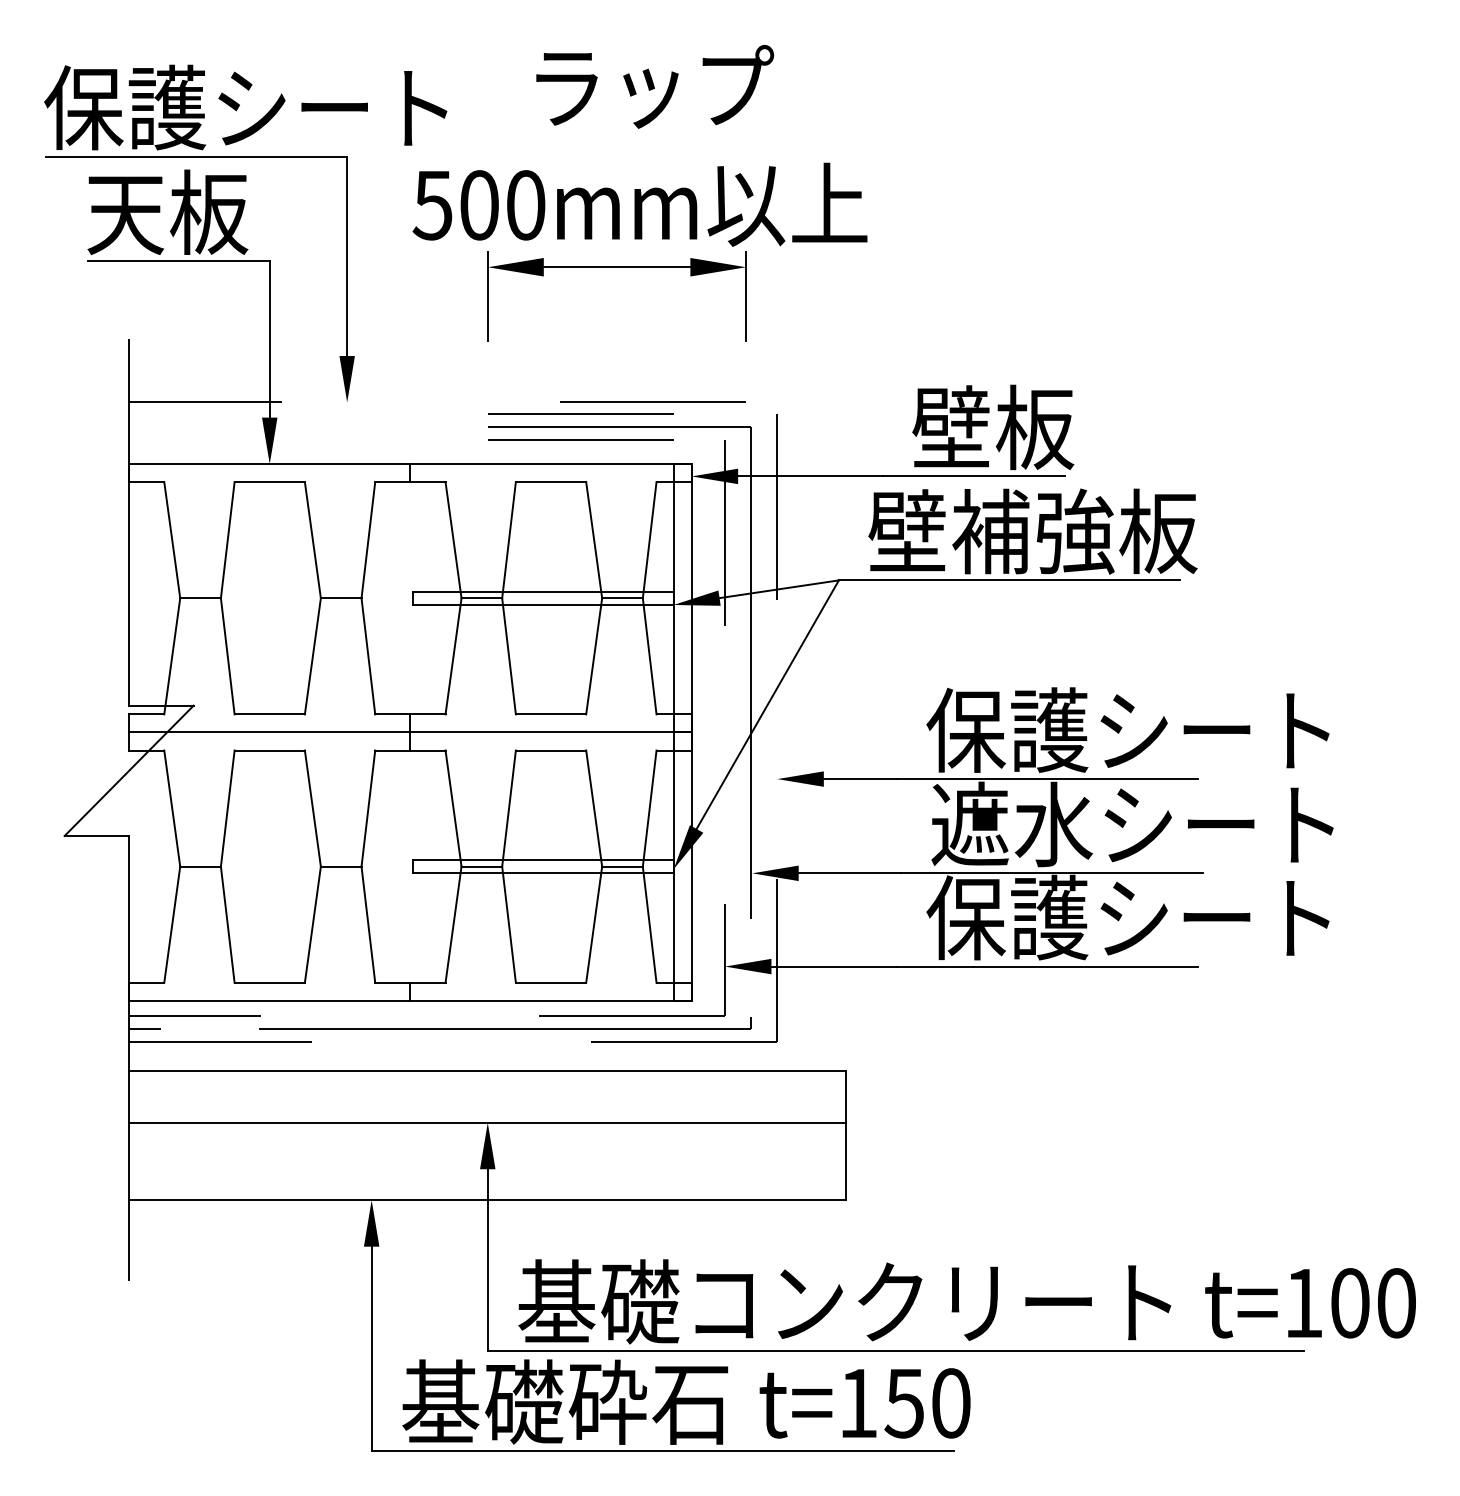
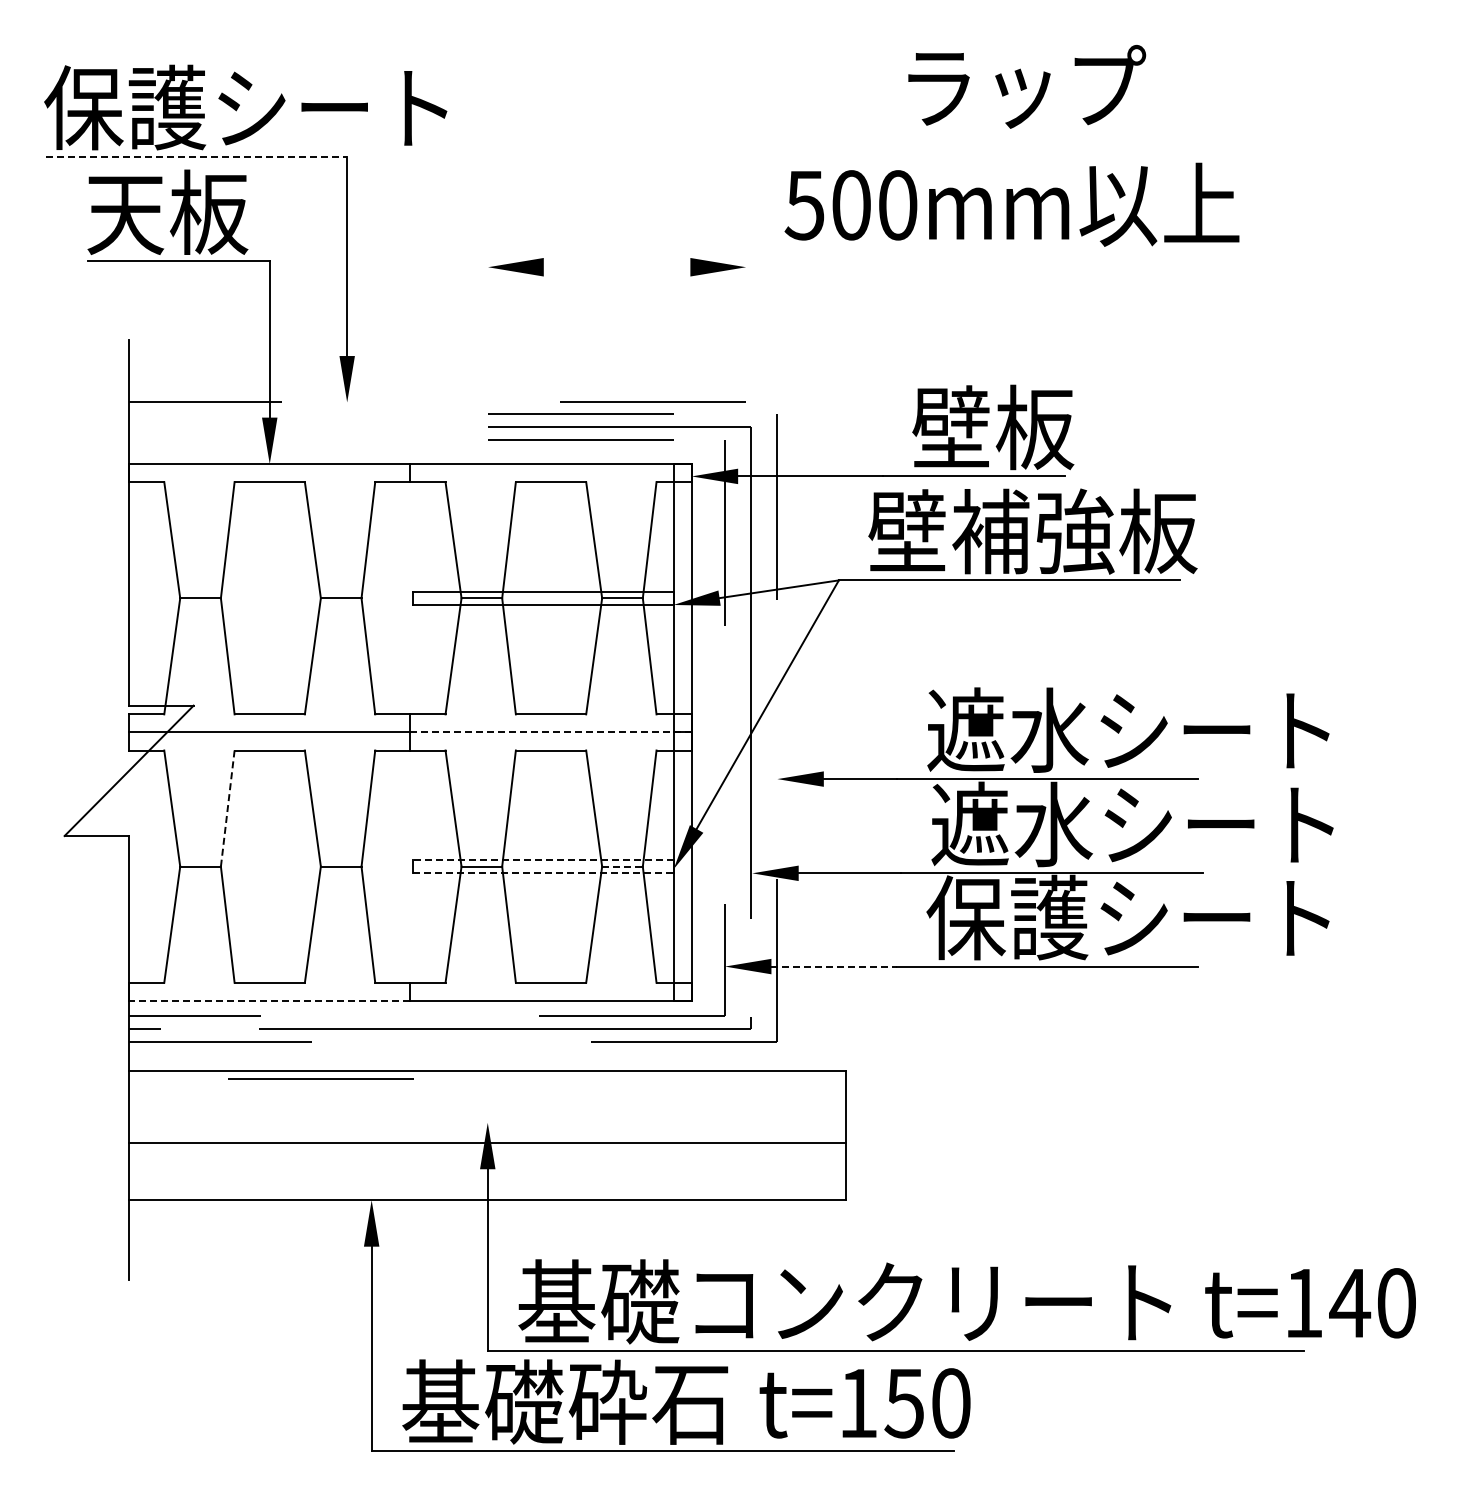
text at (639, 145) position: (639, 145) -> (1011, 145)
line at (196, 156): solid -> dashed
line at (616, 267): present -> none
line at (488, 295): present -> none
line at (746, 295): present -> none
text at (1007, 729): 保護シート -> 遮水シート
line at (551, 732): solid -> dashed
line at (227, 808): solid -> dashed
line at (542, 859): solid -> dashed
line at (622, 866): solid -> dashed
line at (543, 873): solid -> dashed
line at (834, 966): solid -> dashed
line at (269, 1000): solid -> dashed
line at (320, 1078): none -> present
line at (487, 1122) position: (487, 1122) -> (487, 1142)
text at (1350, 1303): t=100 -> t=140
